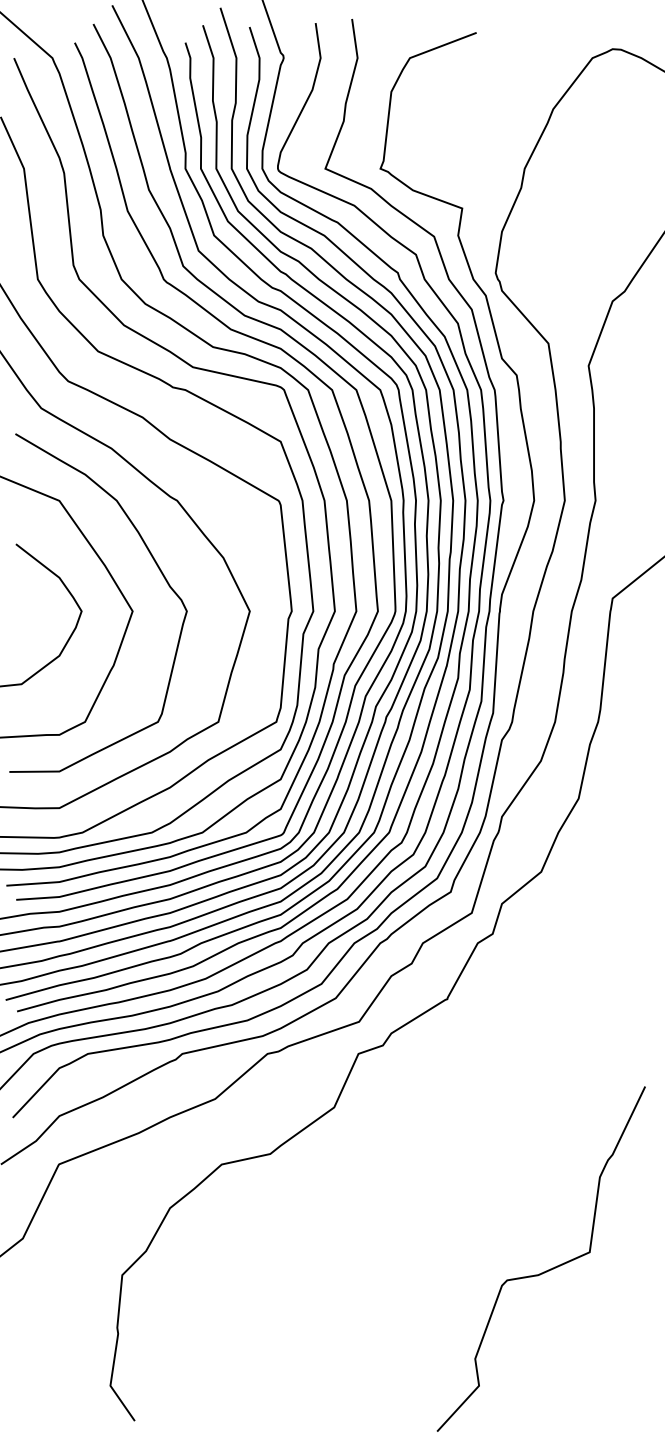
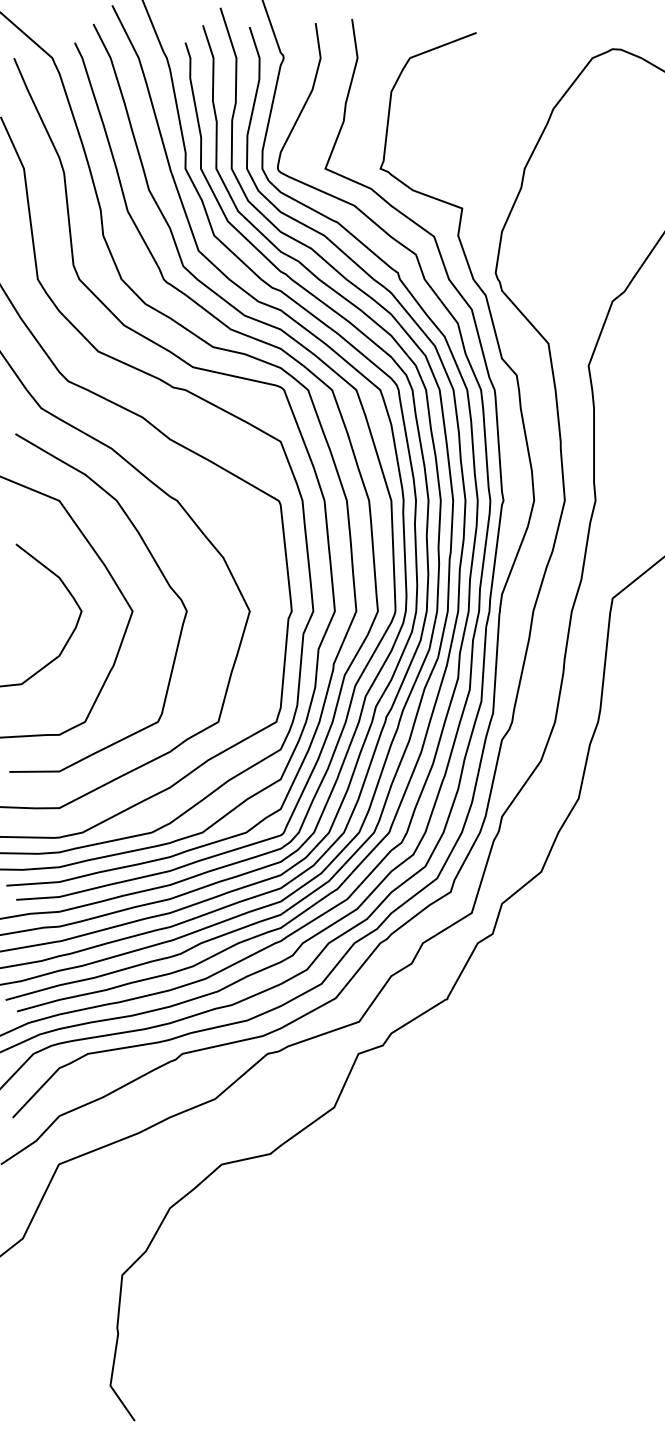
curve at (543, 1271): present -> none
